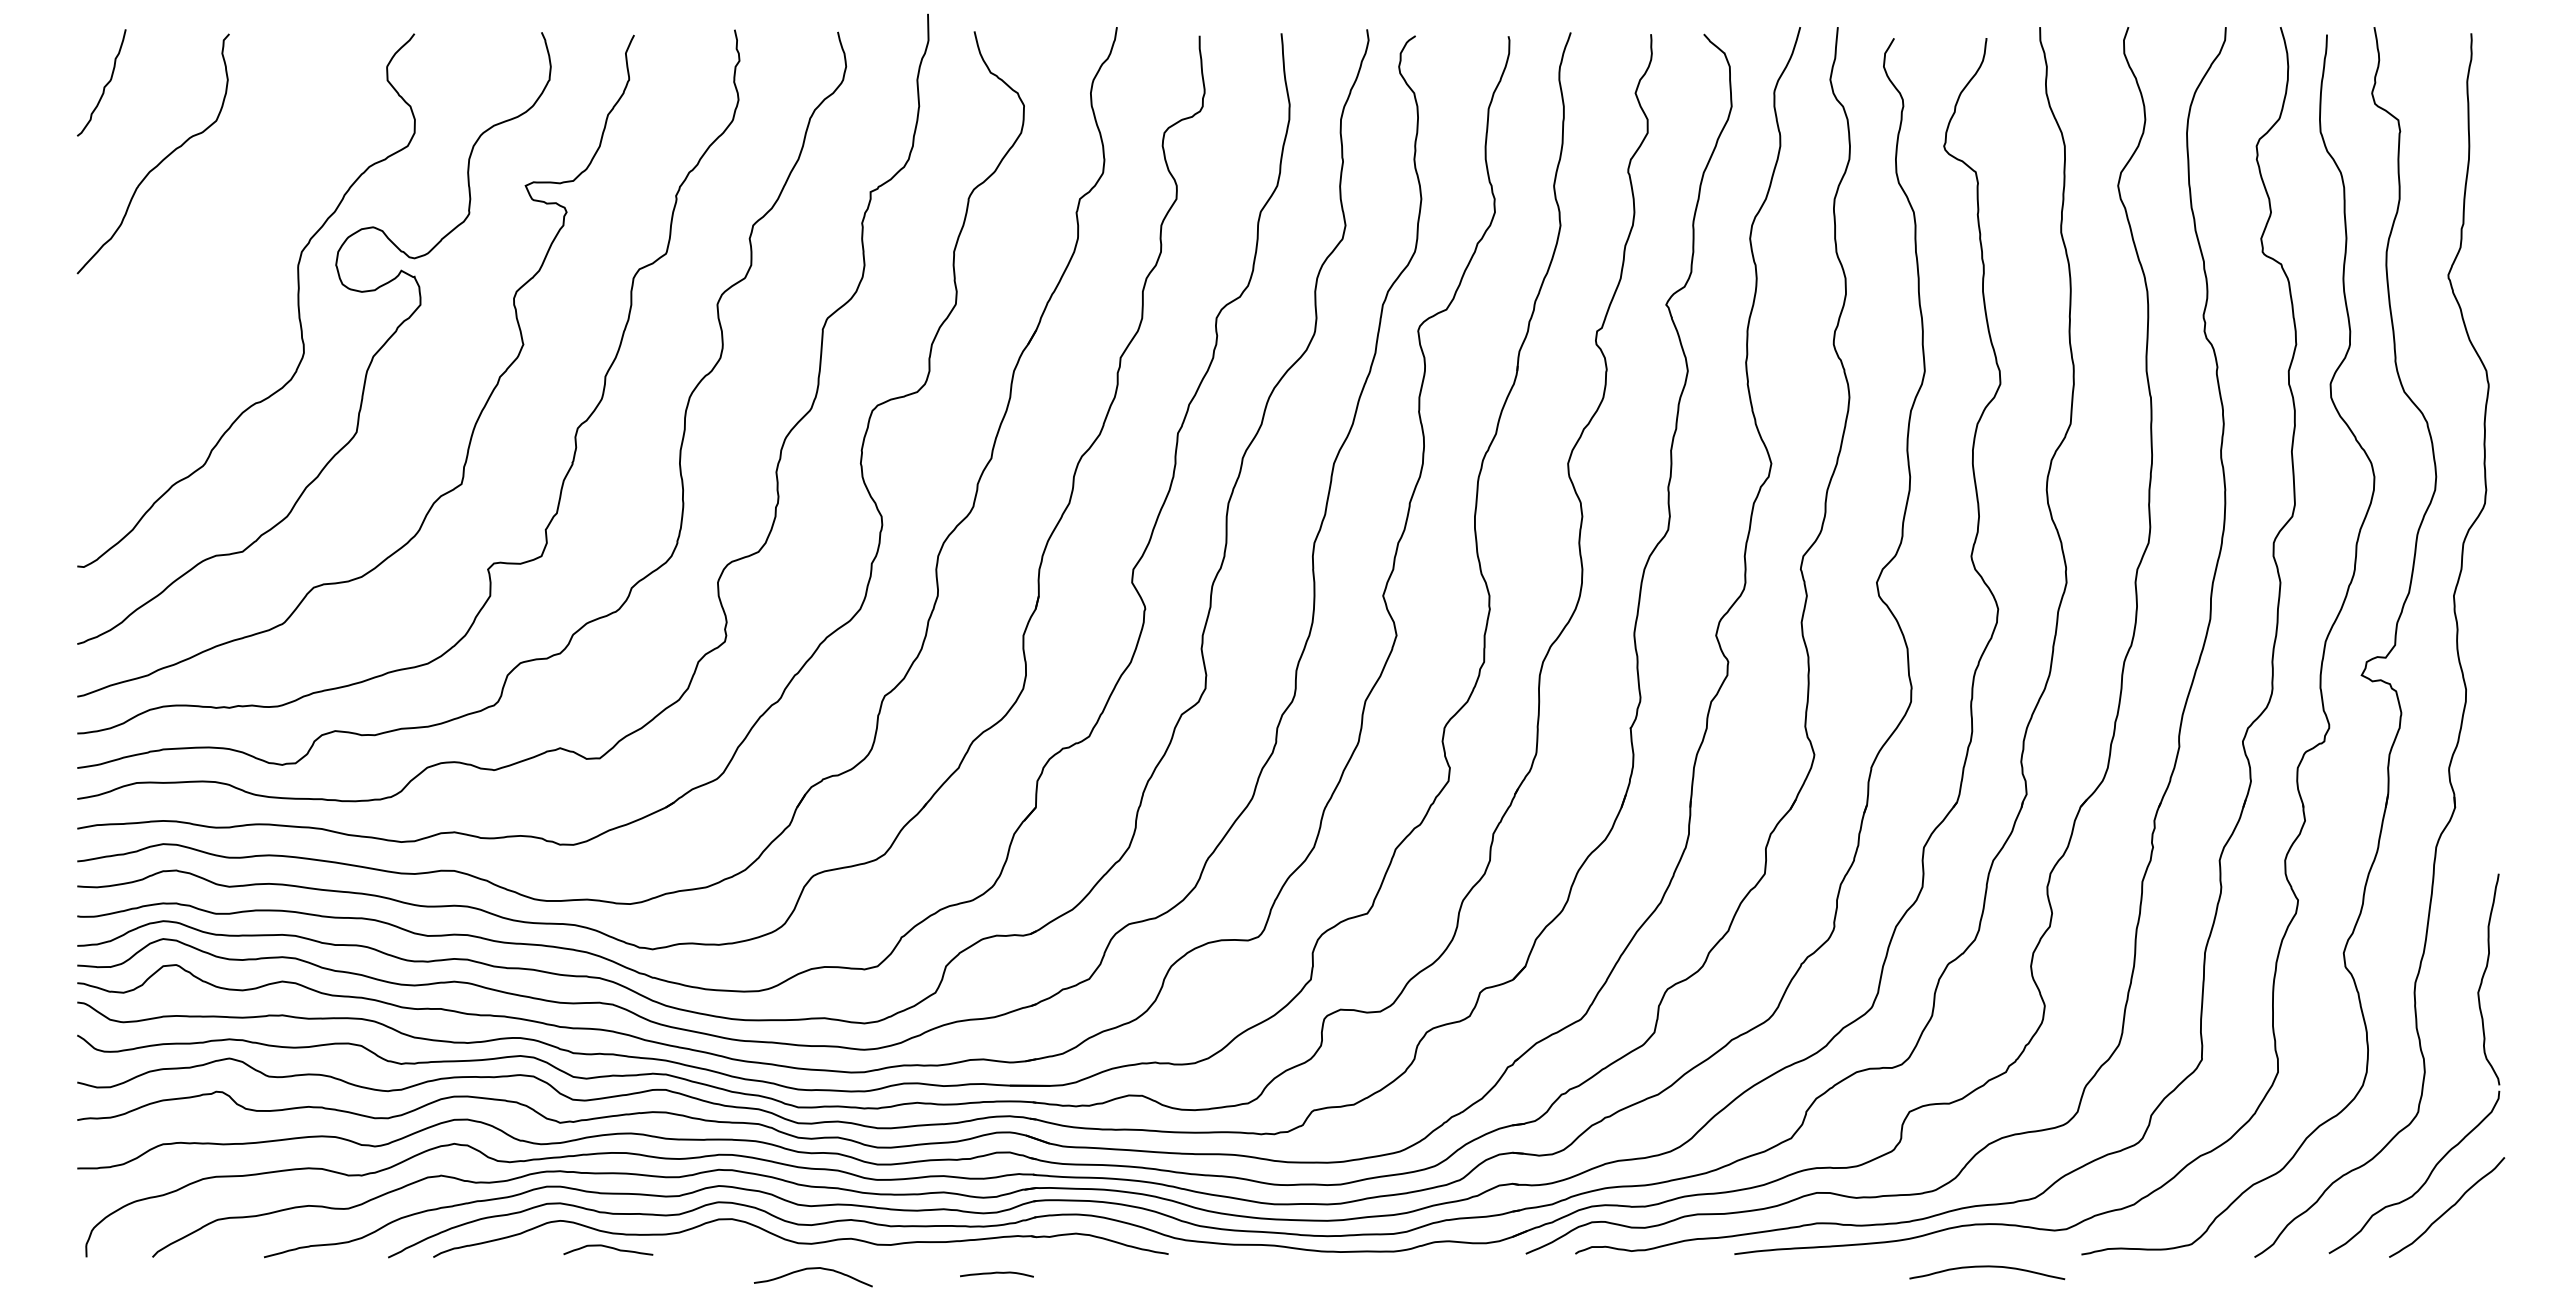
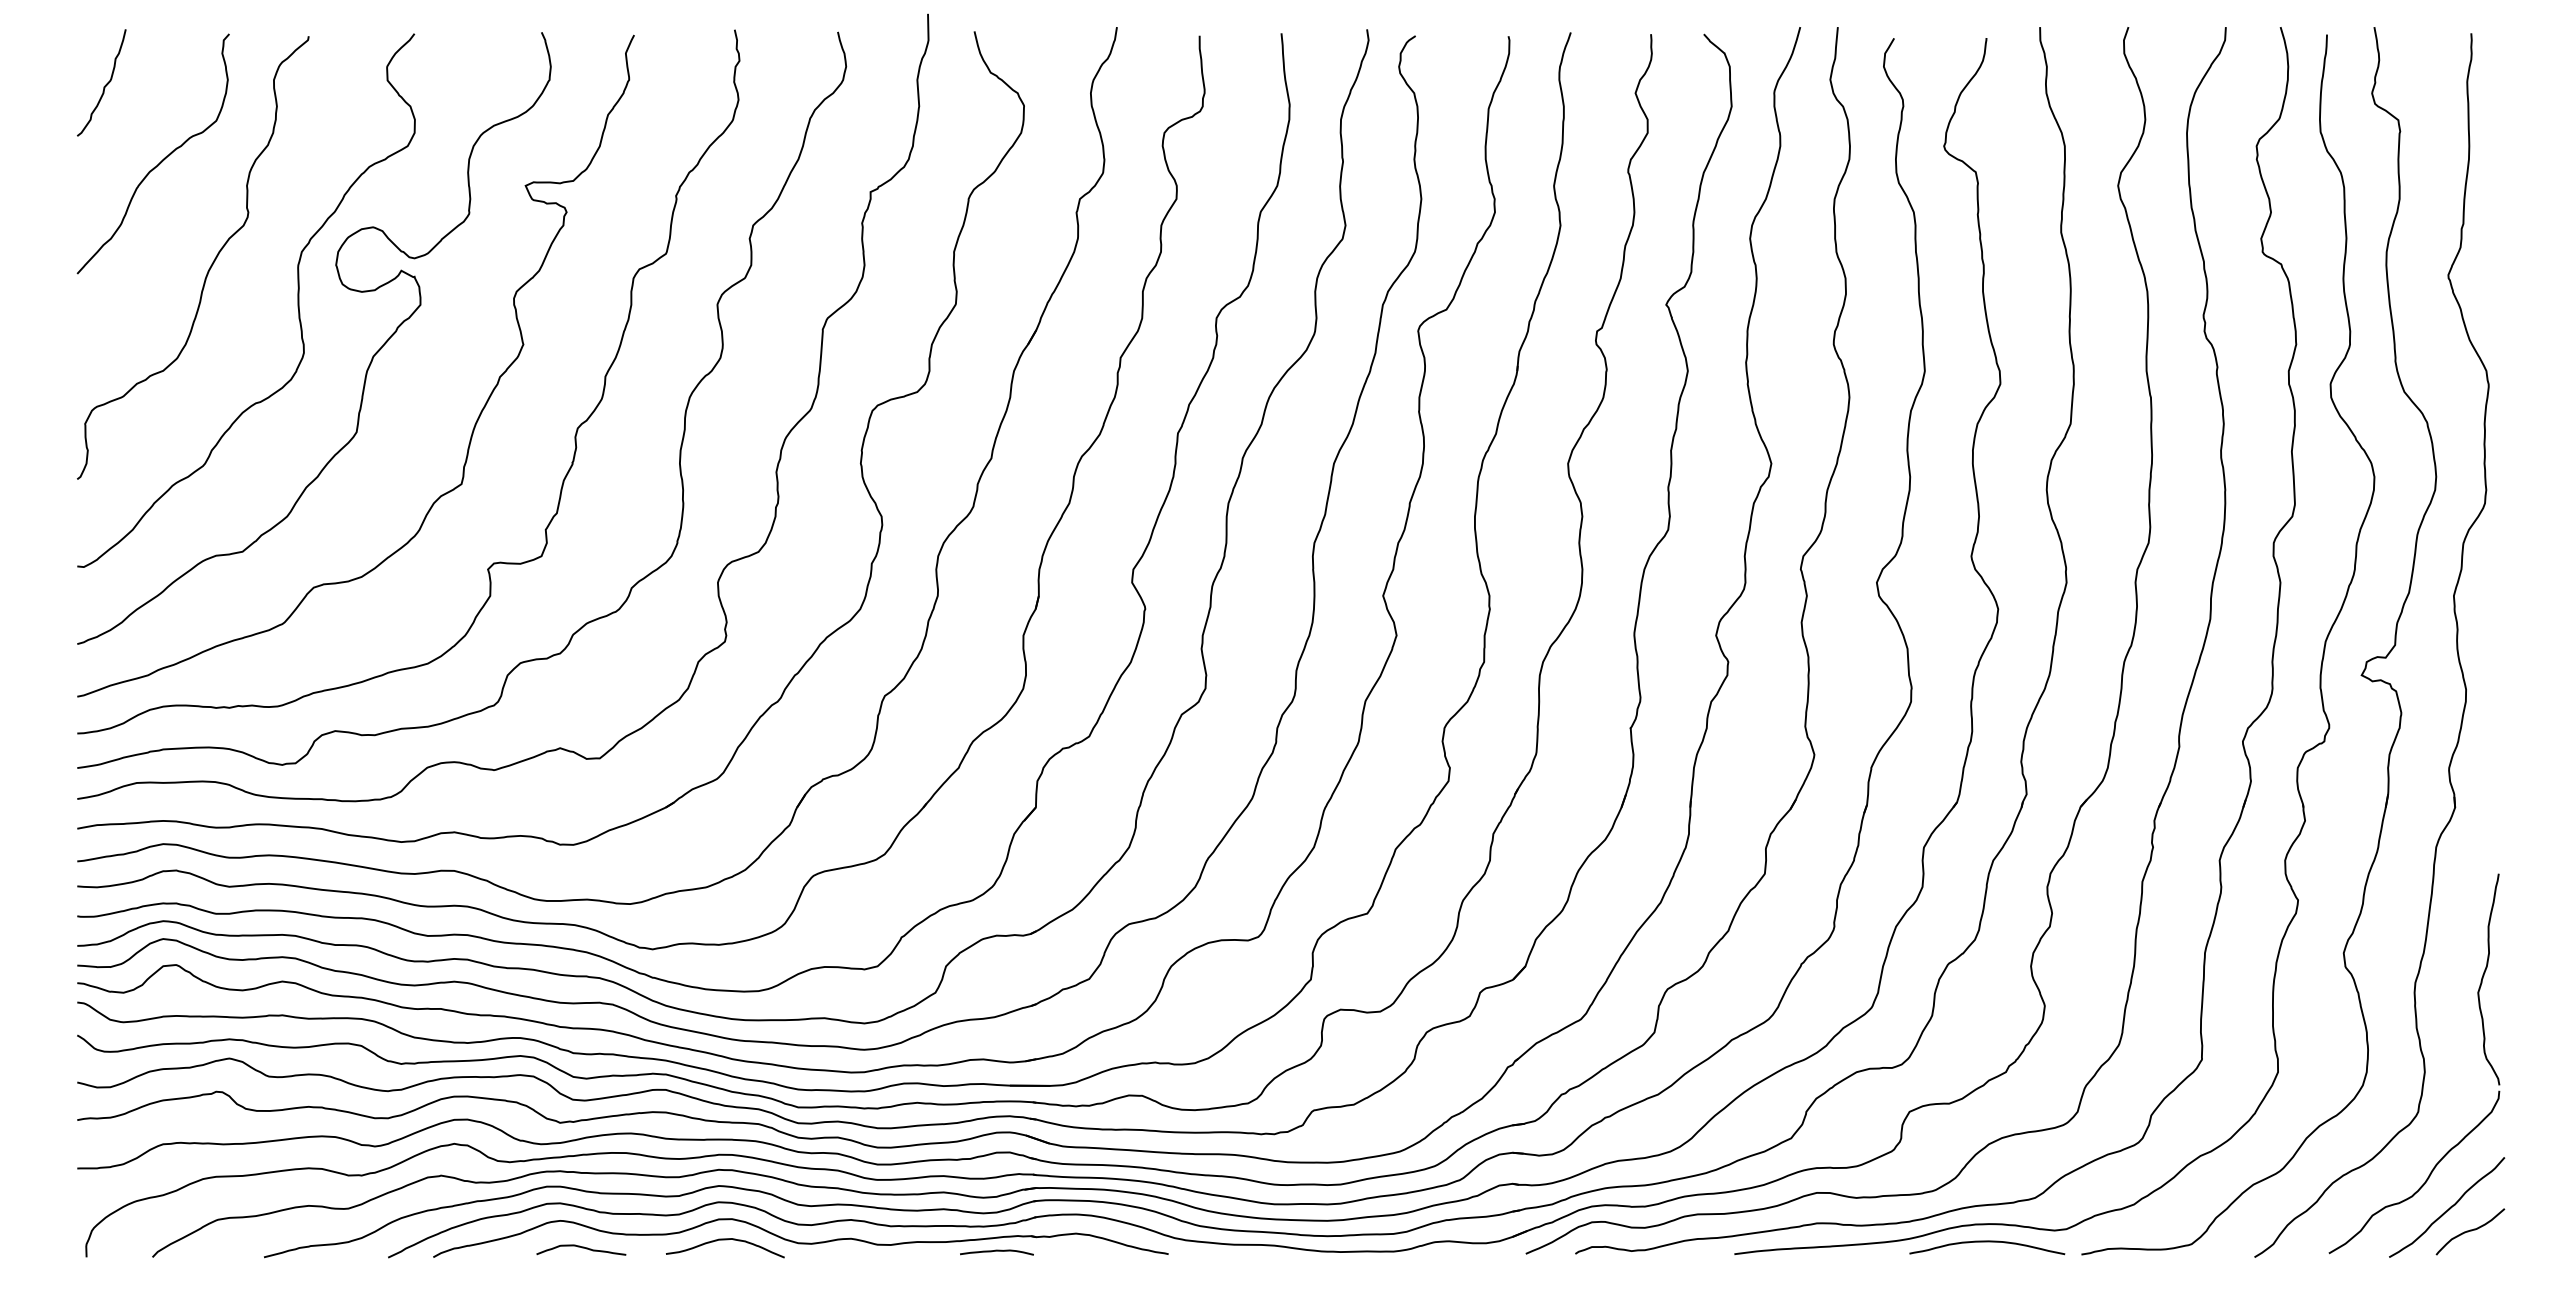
curve at (210, 265): none -> present
curve at (2470, 1231): none -> present
curve at (609, 1248) position: (609, 1248) -> (582, 1248)
curve at (1987, 1267) position: (1987, 1267) -> (1987, 1242)
curve at (813, 1269) position: (813, 1269) -> (725, 1240)
curve at (996, 1273) position: (996, 1273) -> (996, 1251)
